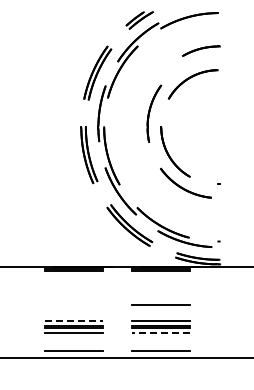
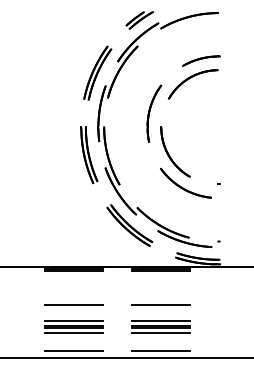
part at (201, 50) position: (201, 50) -> (201, 60)
line at (73, 304): none -> present
line at (74, 321): dashed -> solid
line at (160, 332): dashed -> solid
